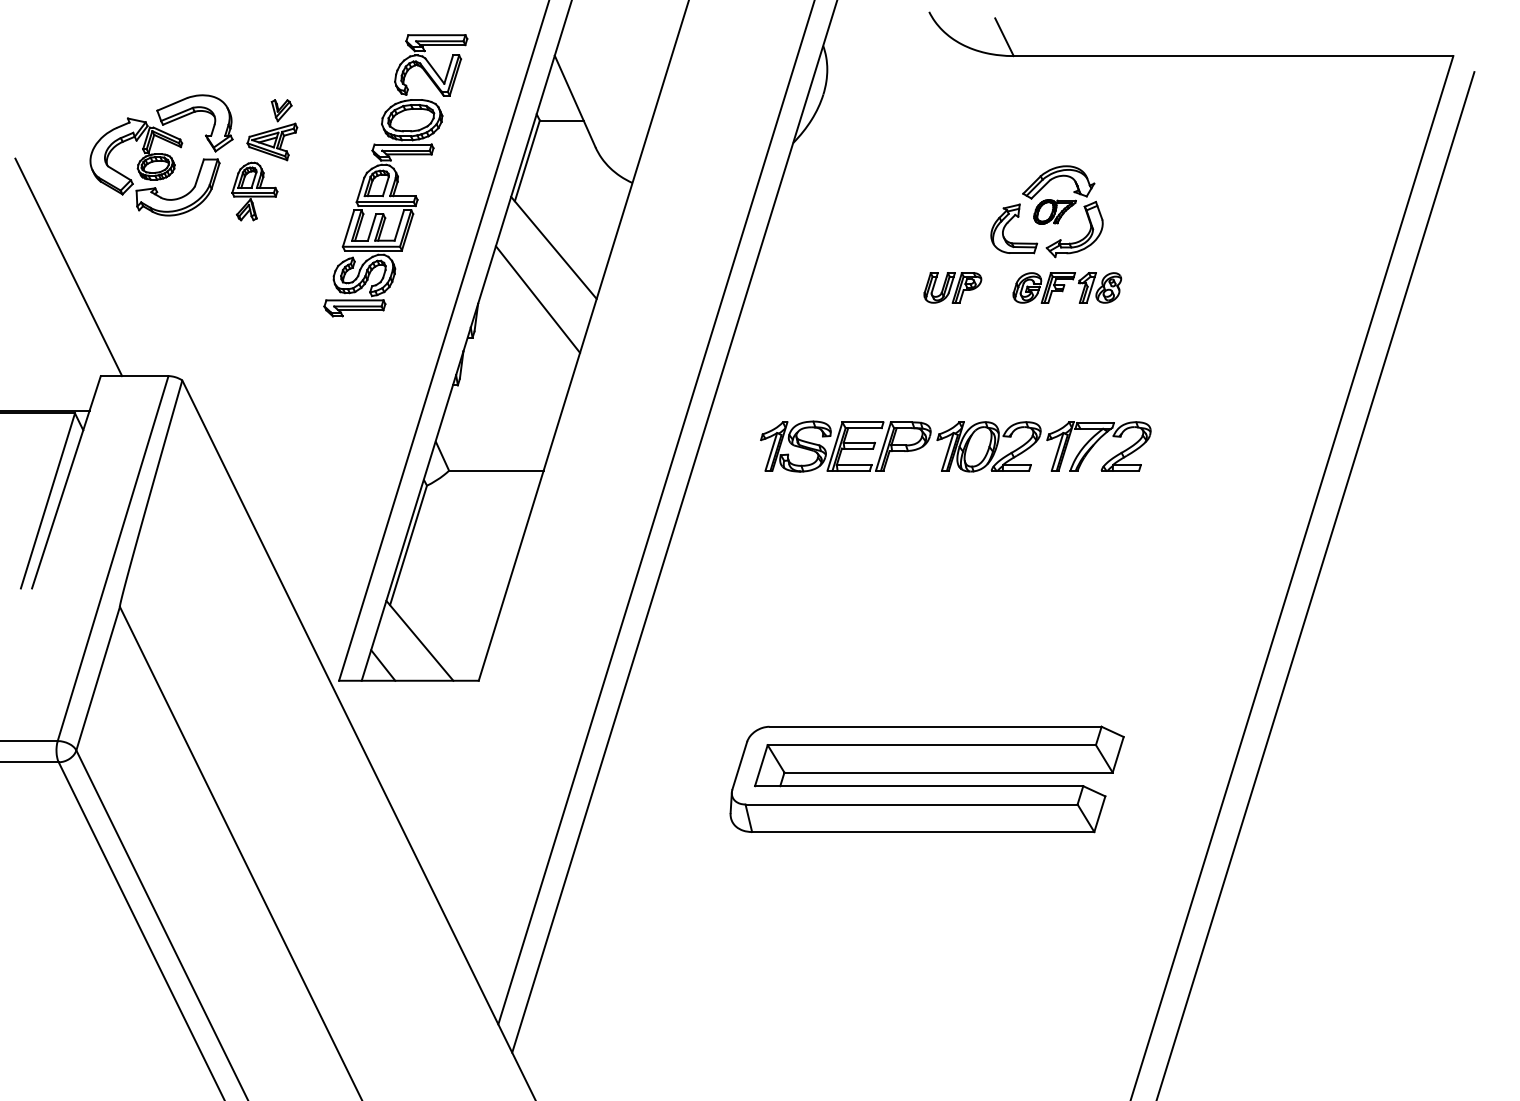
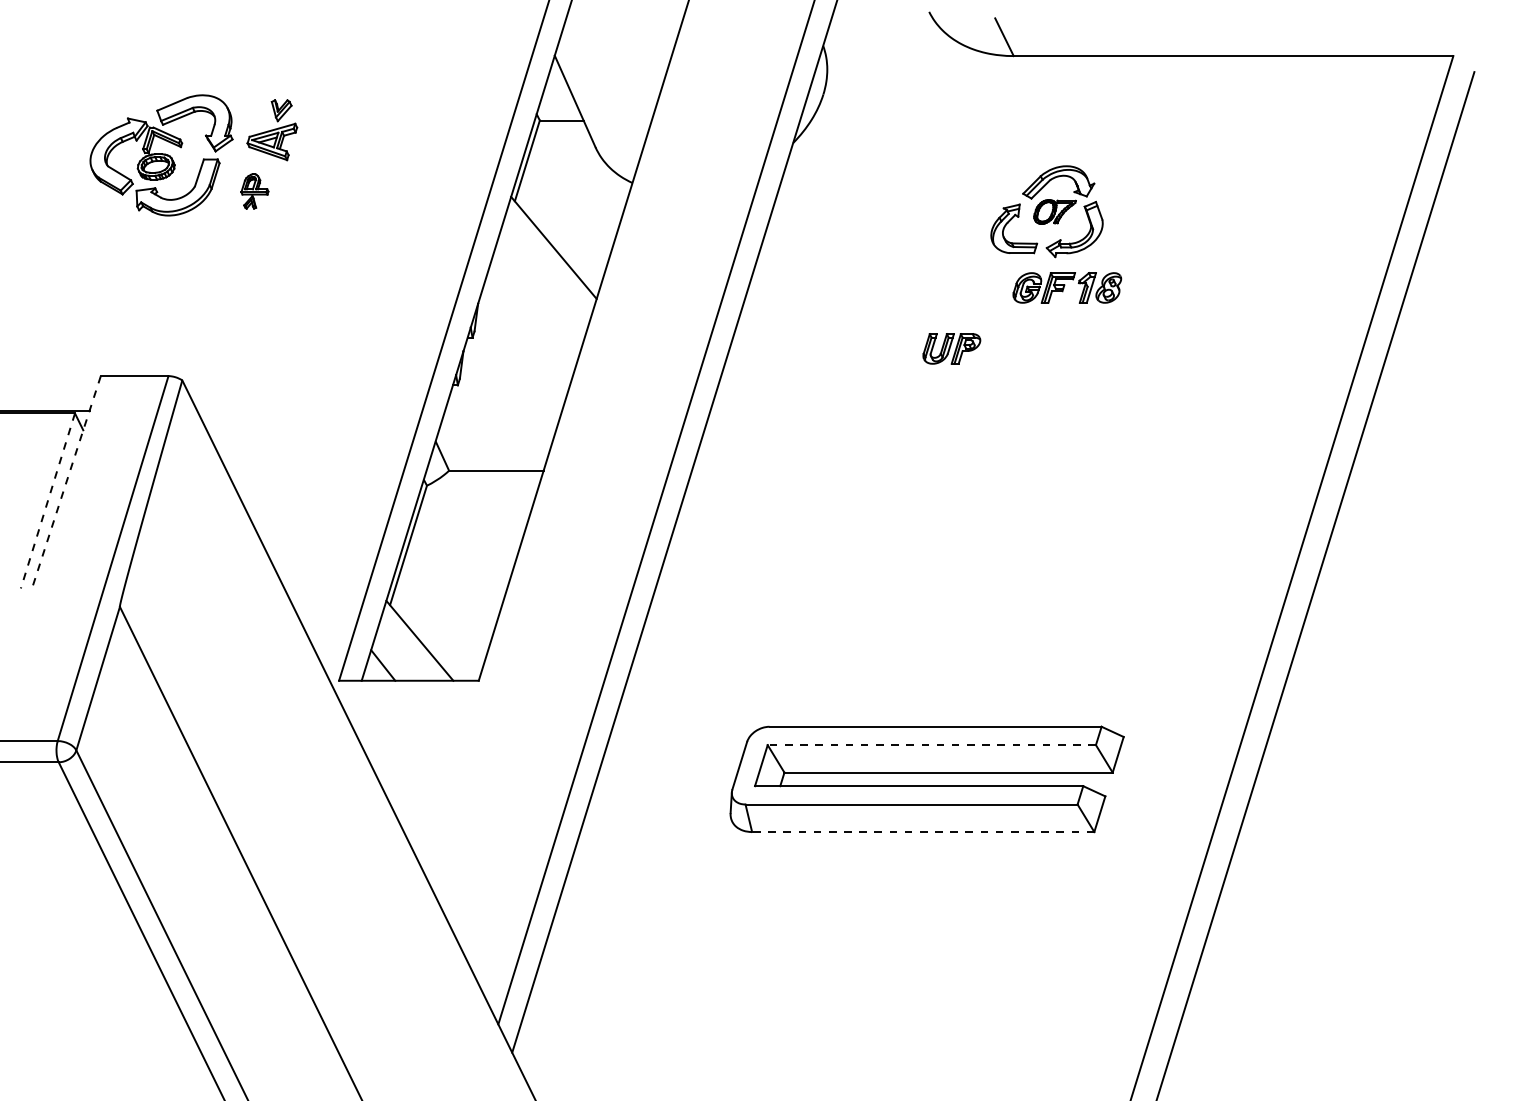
part at (395, 175): present -> none
part at (254, 191) size: 48x61 px -> 30x37 px
line at (68, 267): present -> none
part at (952, 287) position: (952, 287) -> (951, 348)
line at (537, 299): present -> none
part at (955, 446): present -> none
line at (66, 482): solid -> dashed
line at (47, 500): solid -> dashed
line at (931, 745): solid -> dashed
line at (922, 832): solid -> dashed
